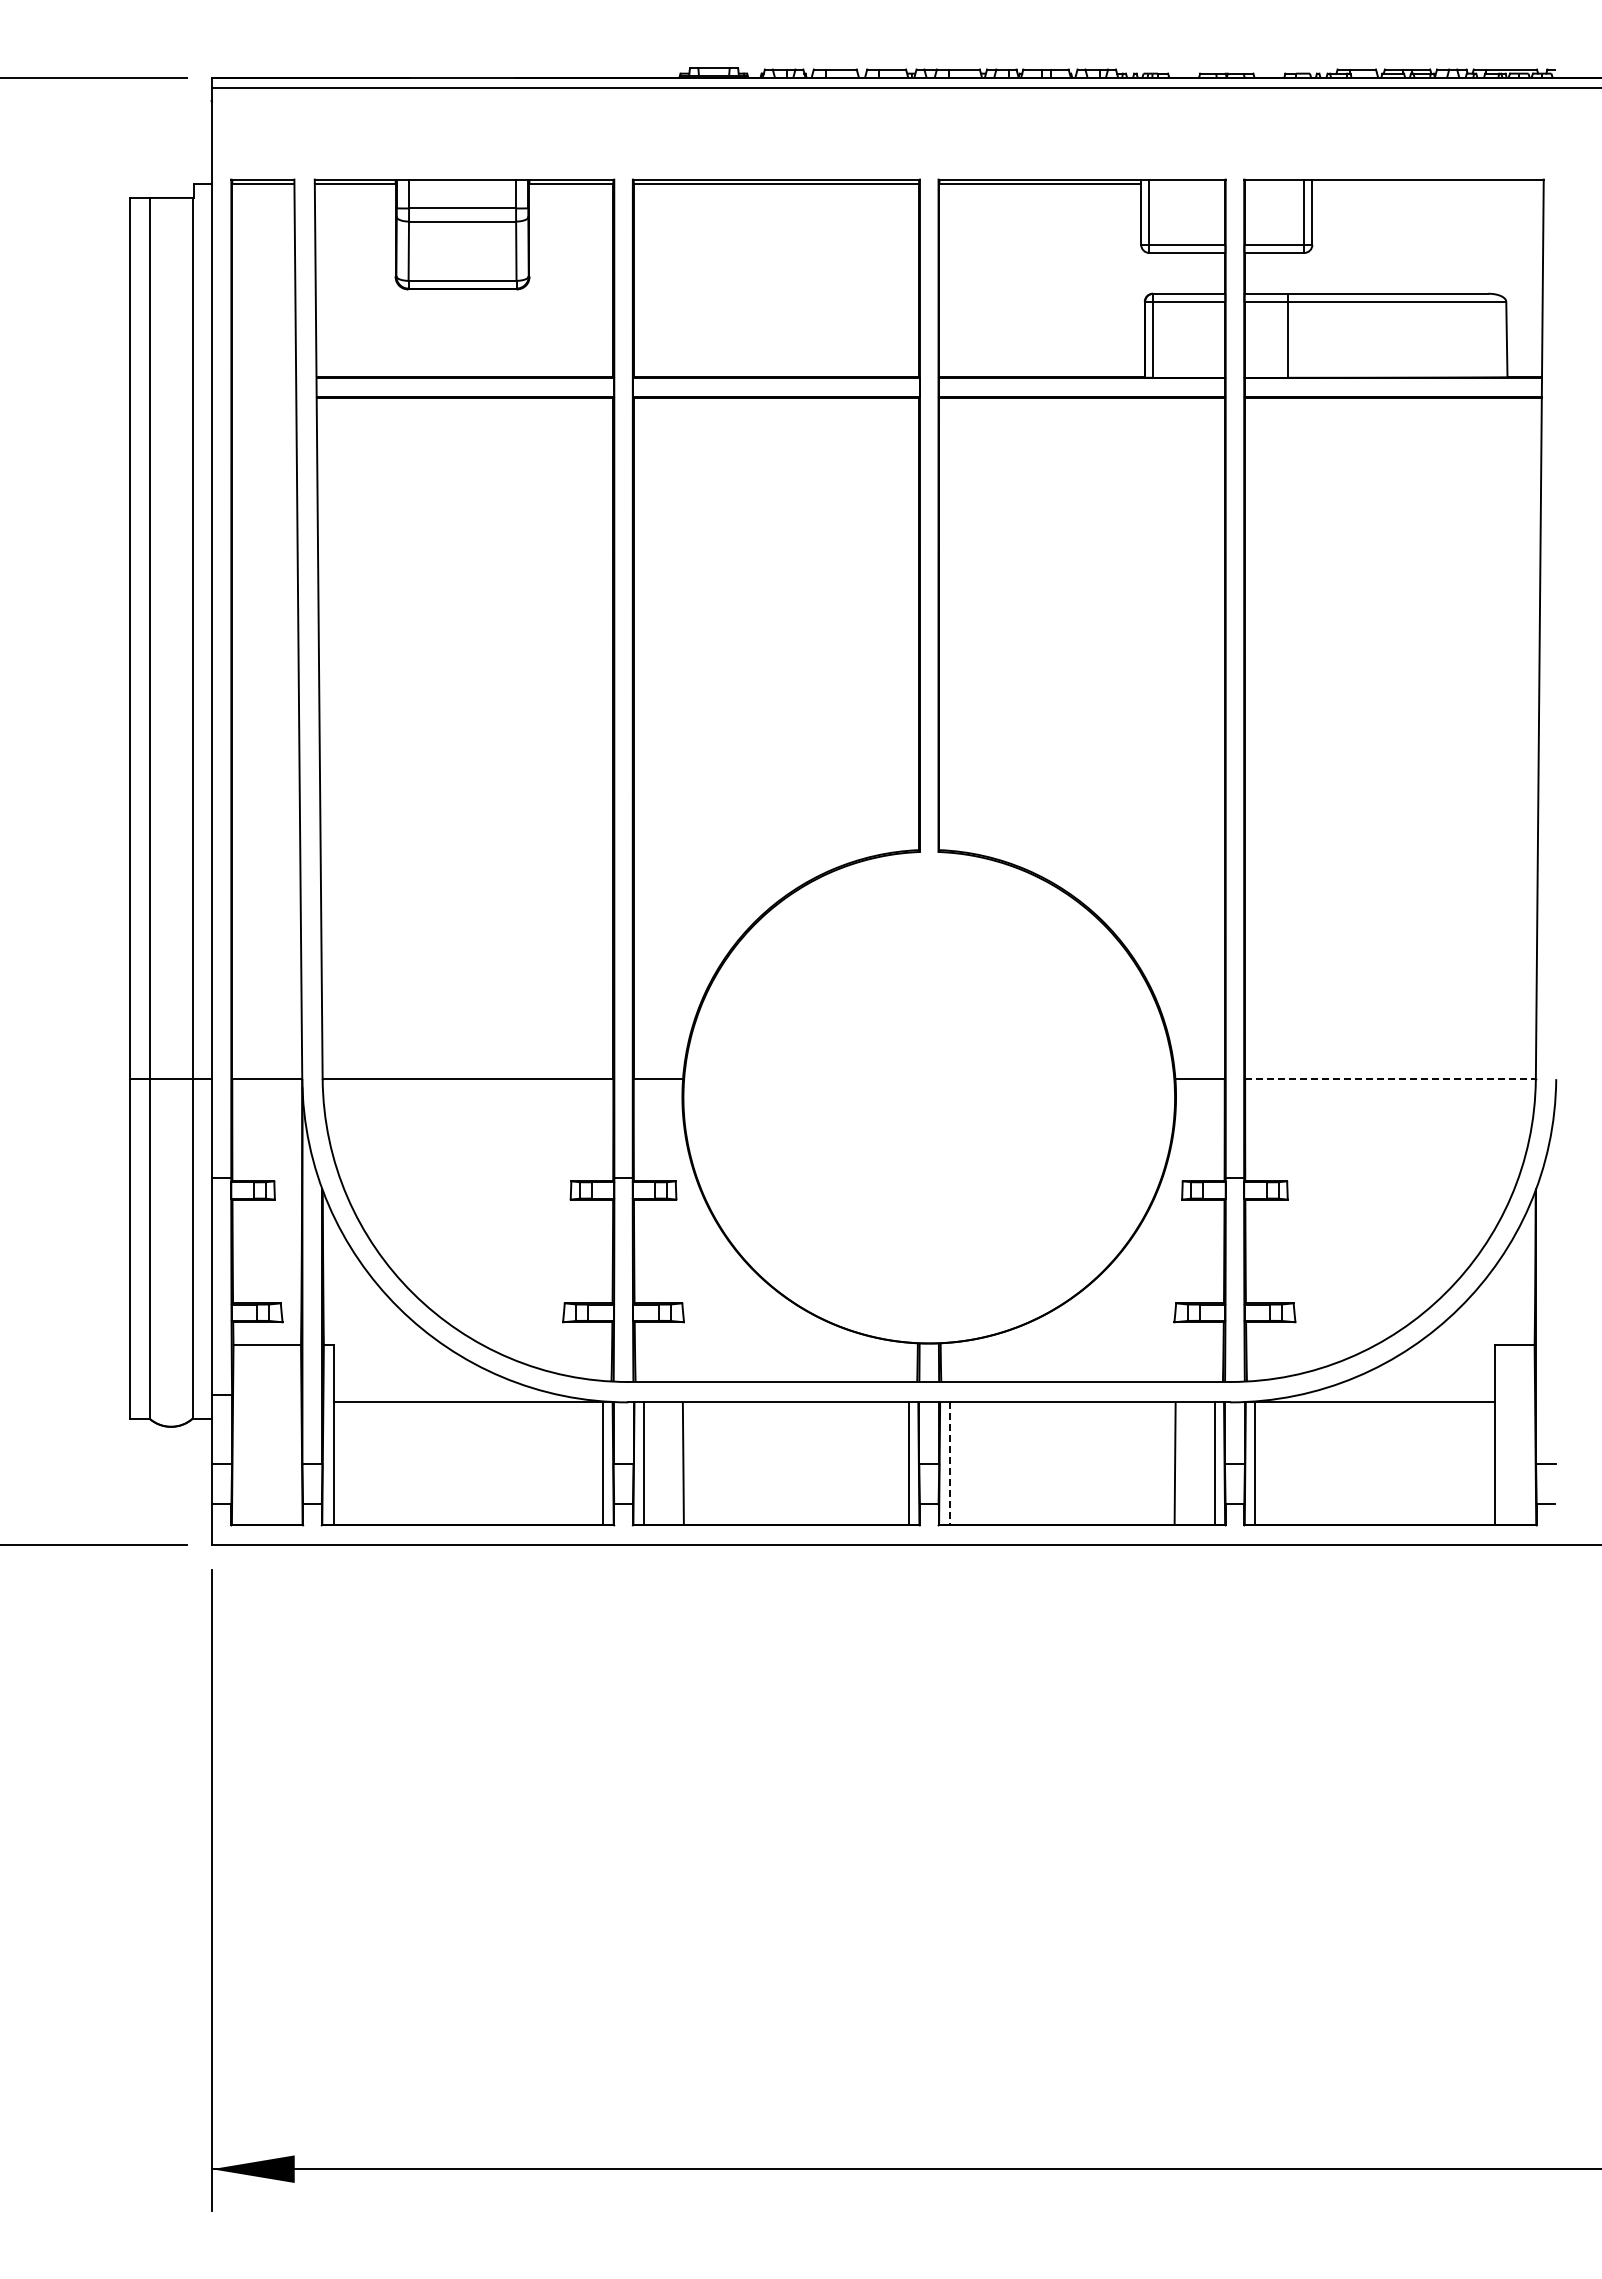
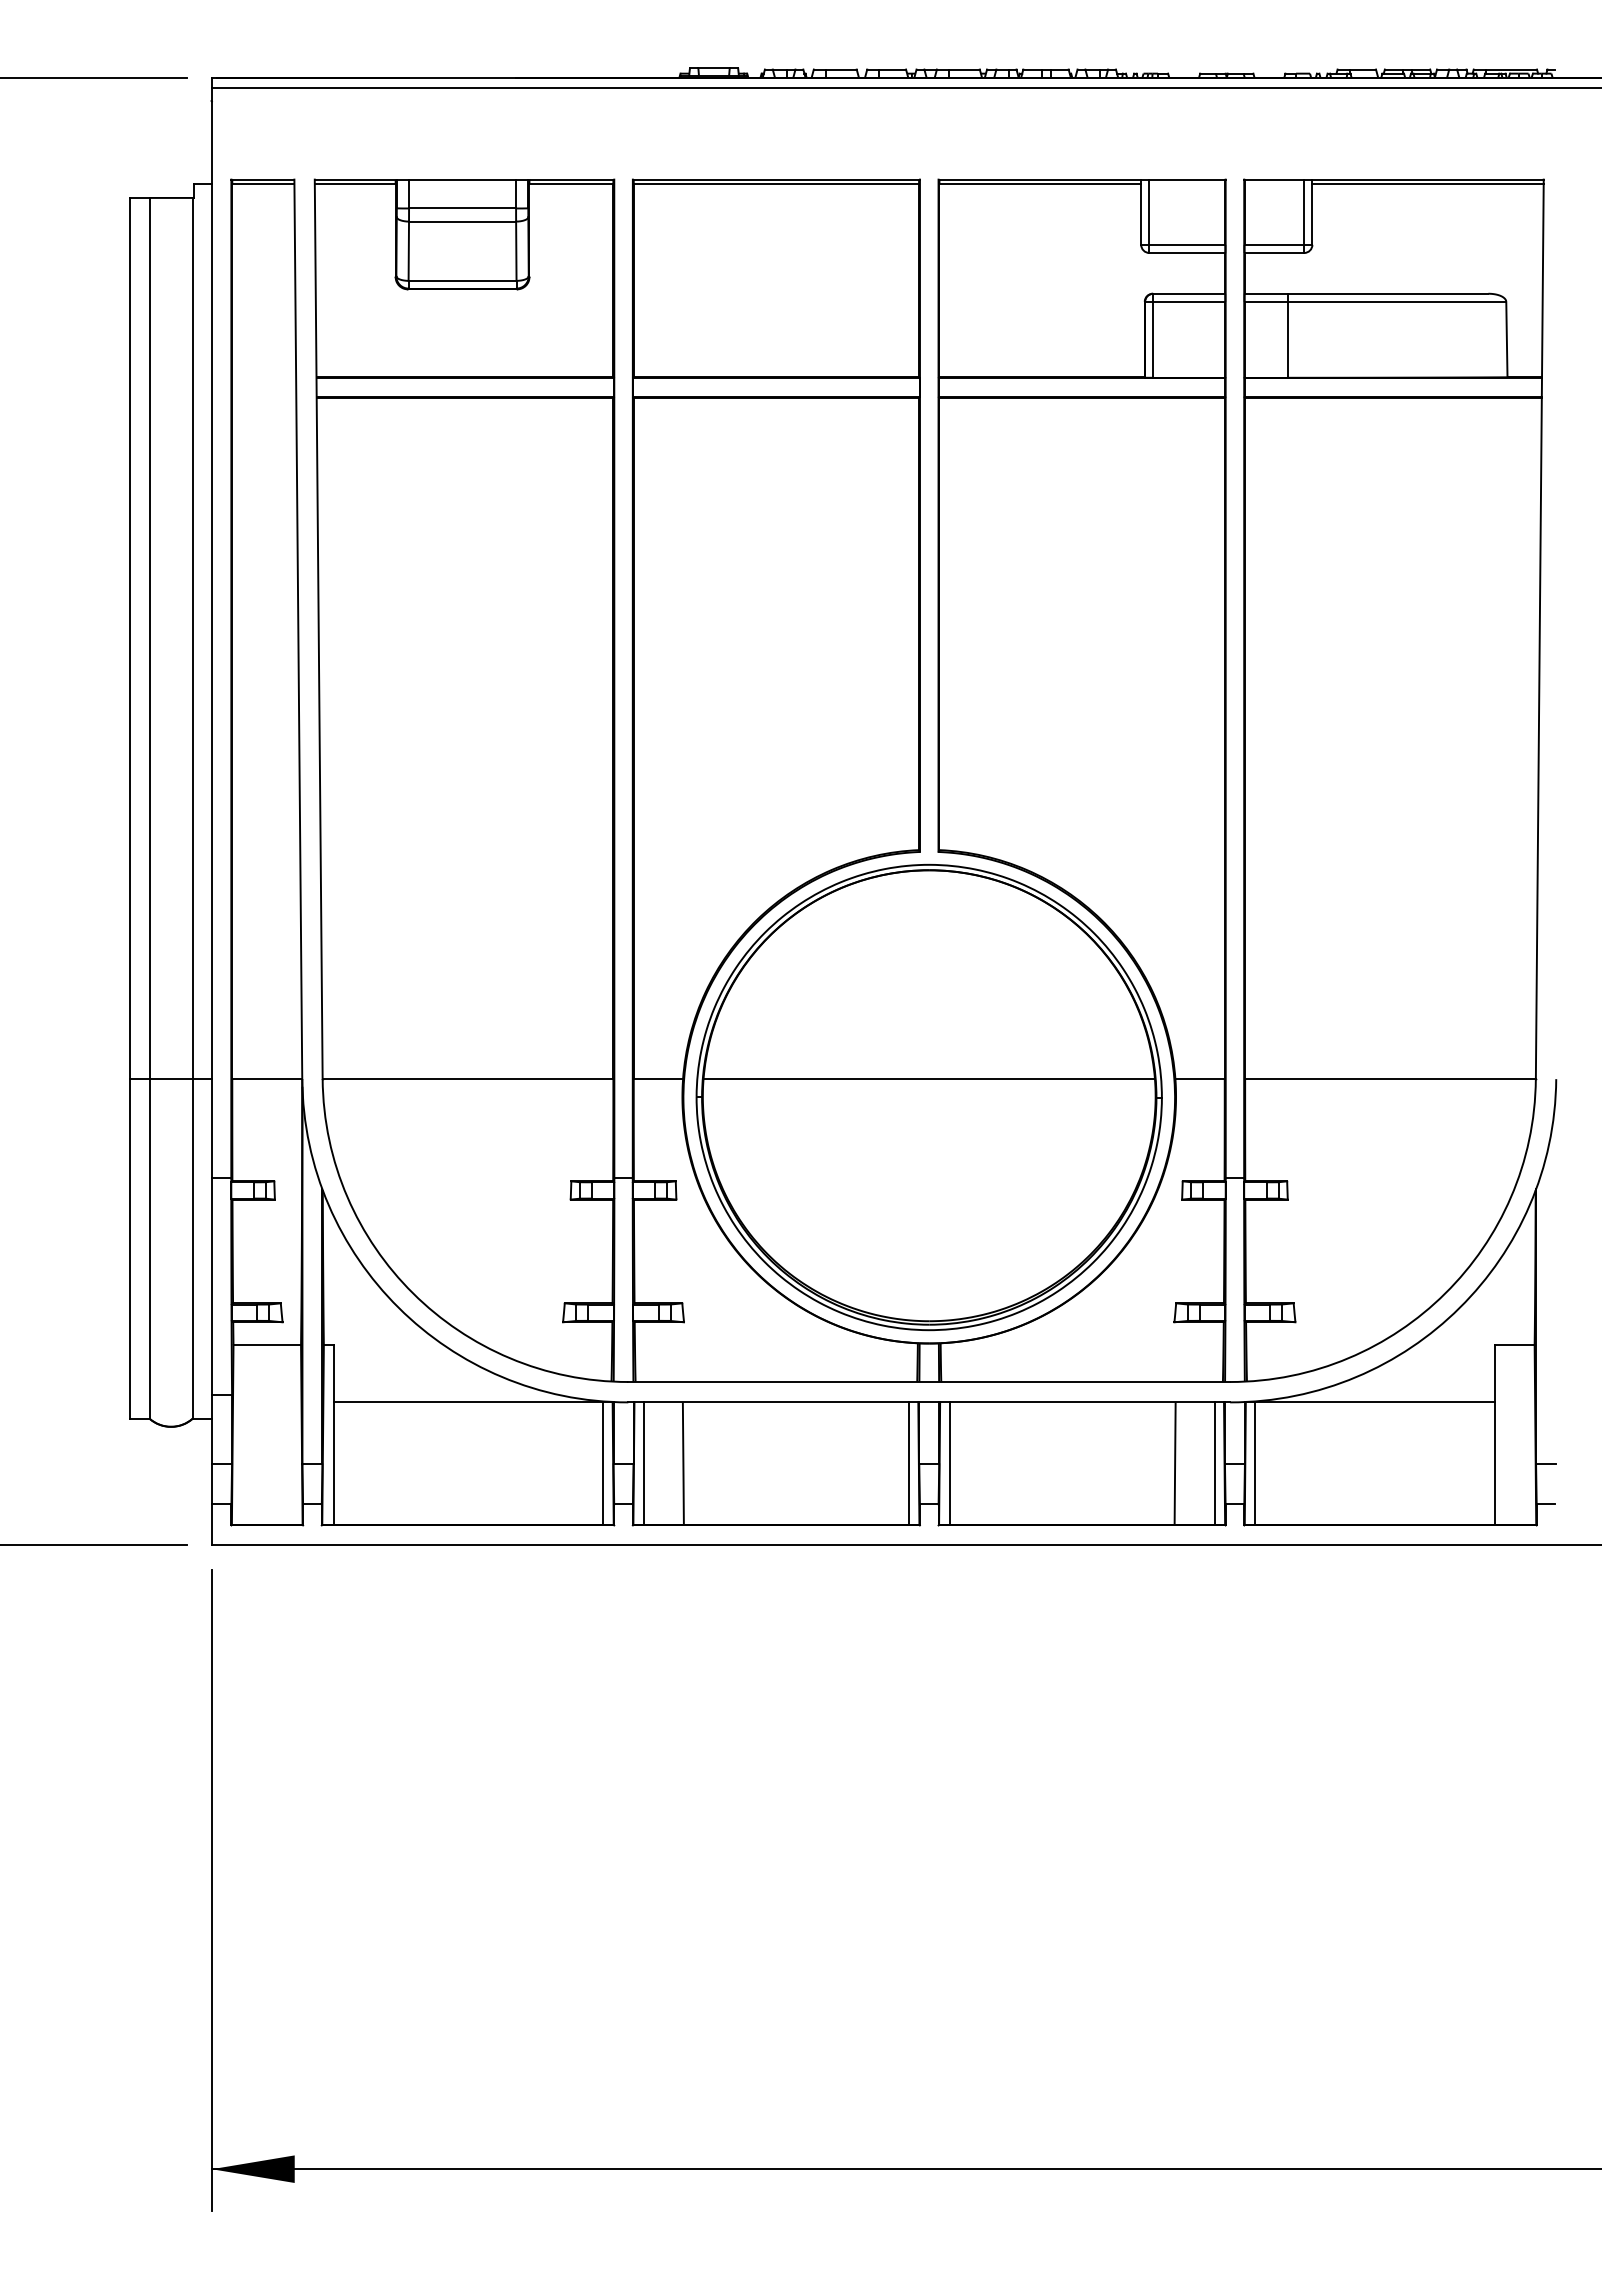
line at (1427, 183): none -> present
line at (1391, 1079): dashed -> solid
part at (928, 1097): none -> present
line at (949, 1464): dashed -> solid
